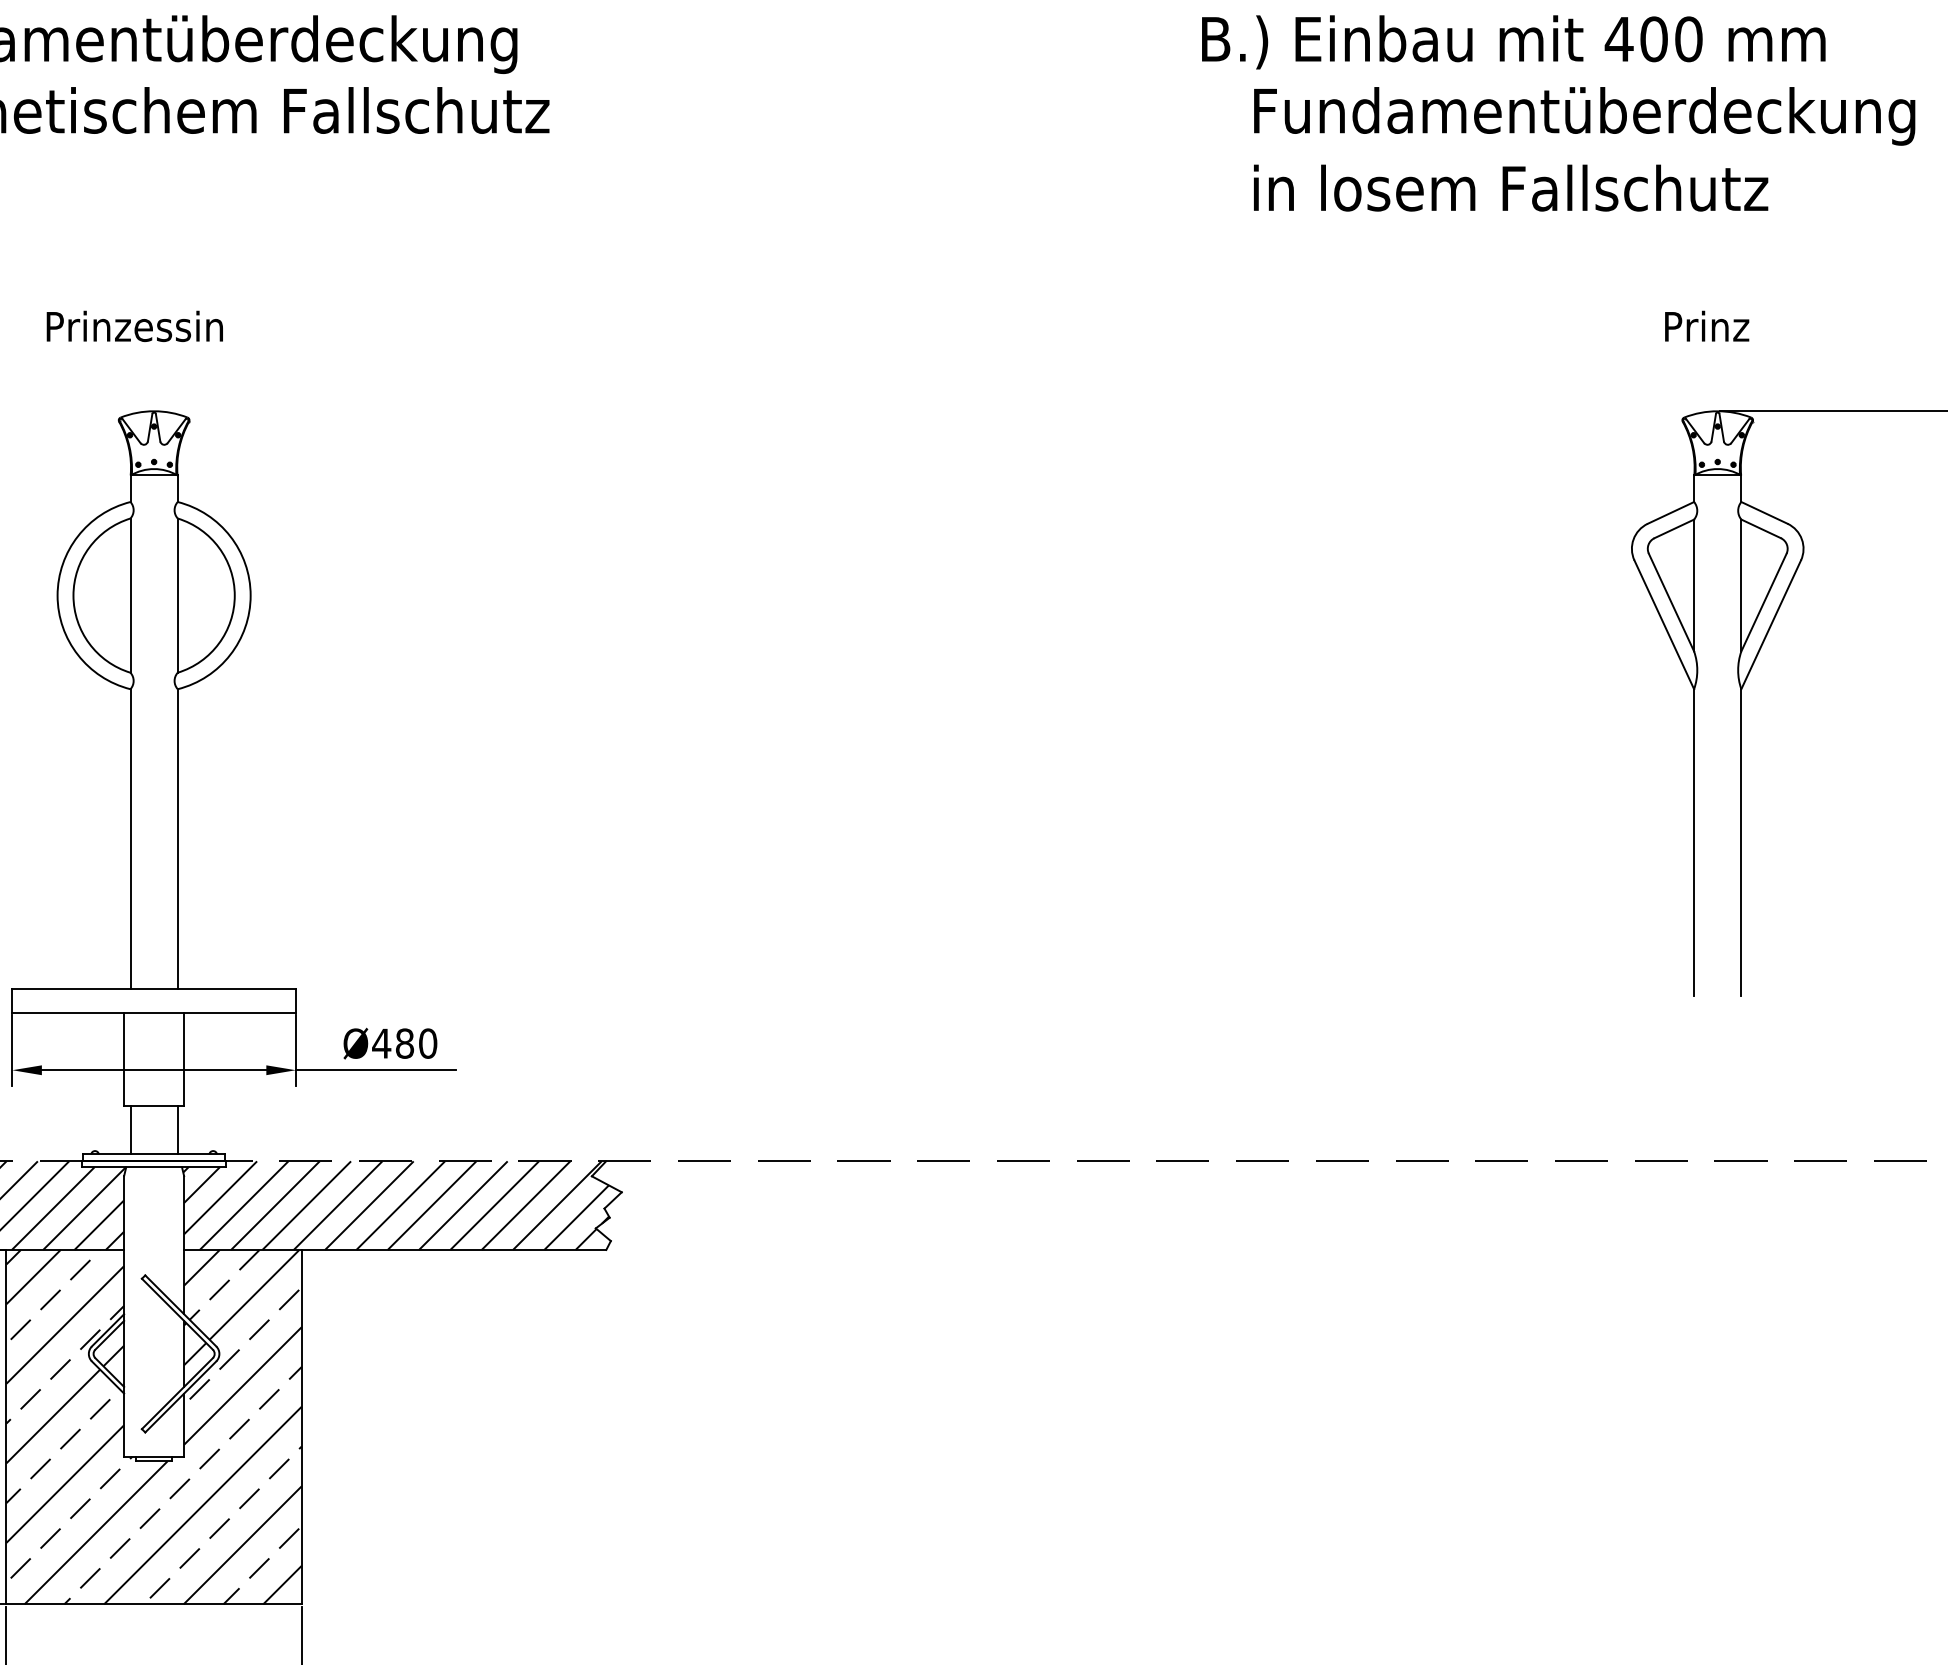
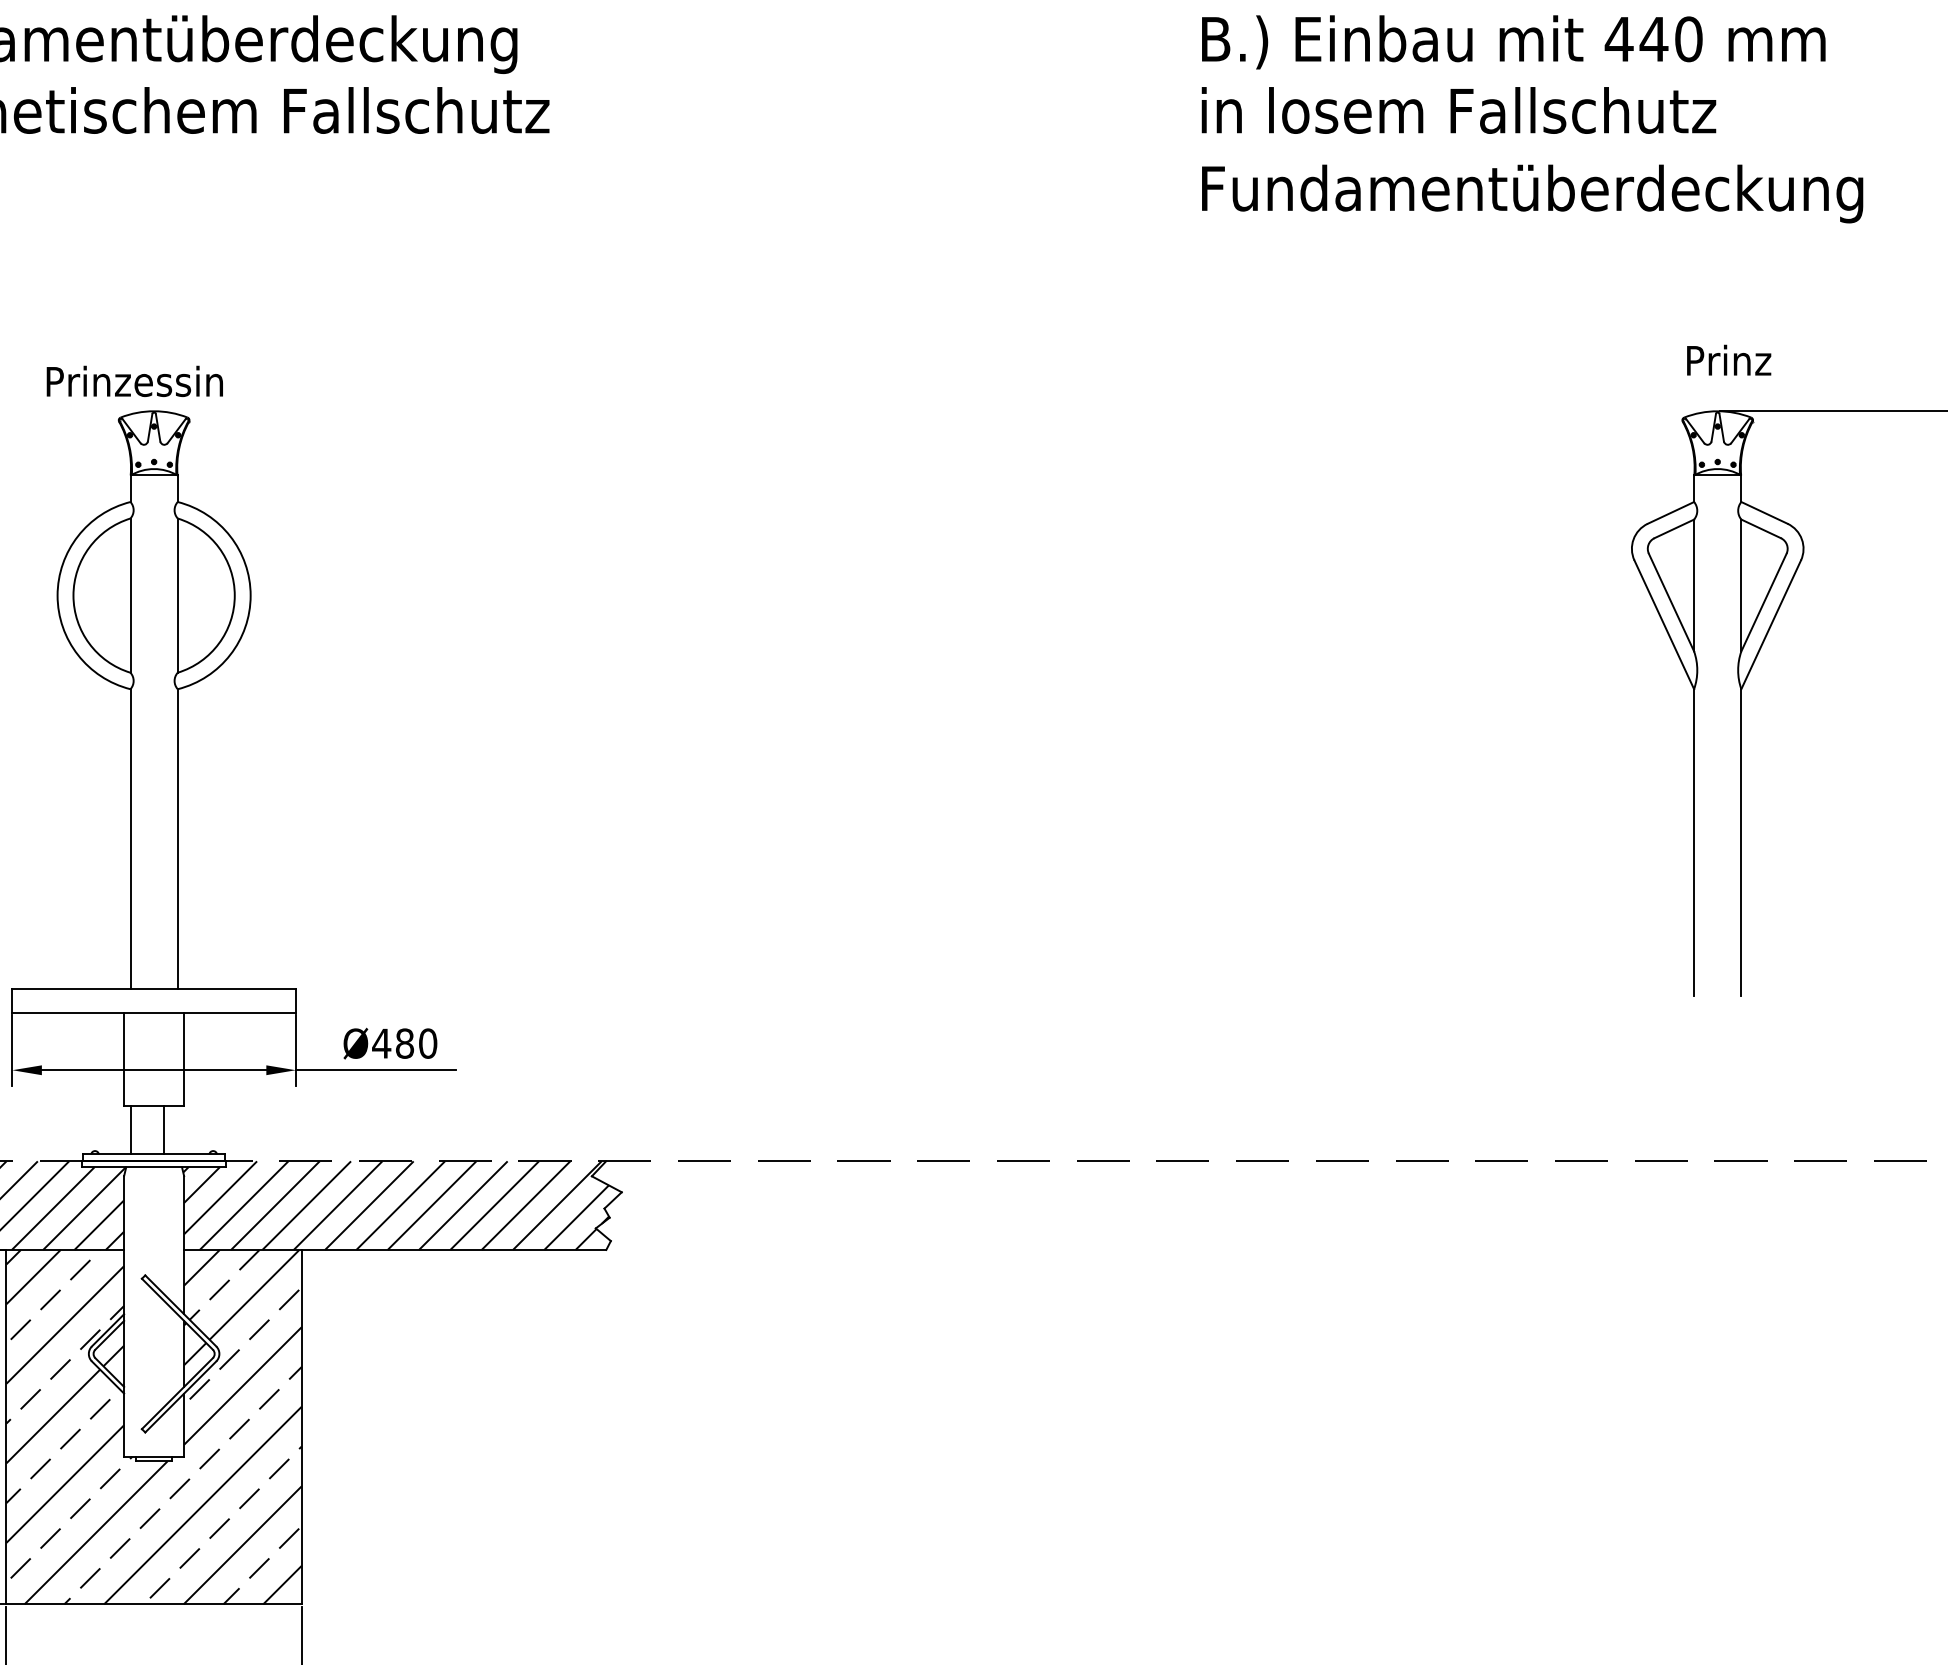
text at (1653, 39): 400 -> 440
text at (1558, 116): Fundamentüberdeckung -> in losem Fallschutz
text at (1532, 193): in losem Fallschutz -> Fundamentüberdeckung
text at (134, 325) position: (134, 325) -> (134, 380)
text at (1707, 325) position: (1707, 325) -> (1729, 359)
line at (177, 1130) position: (177, 1130) -> (163, 1130)
